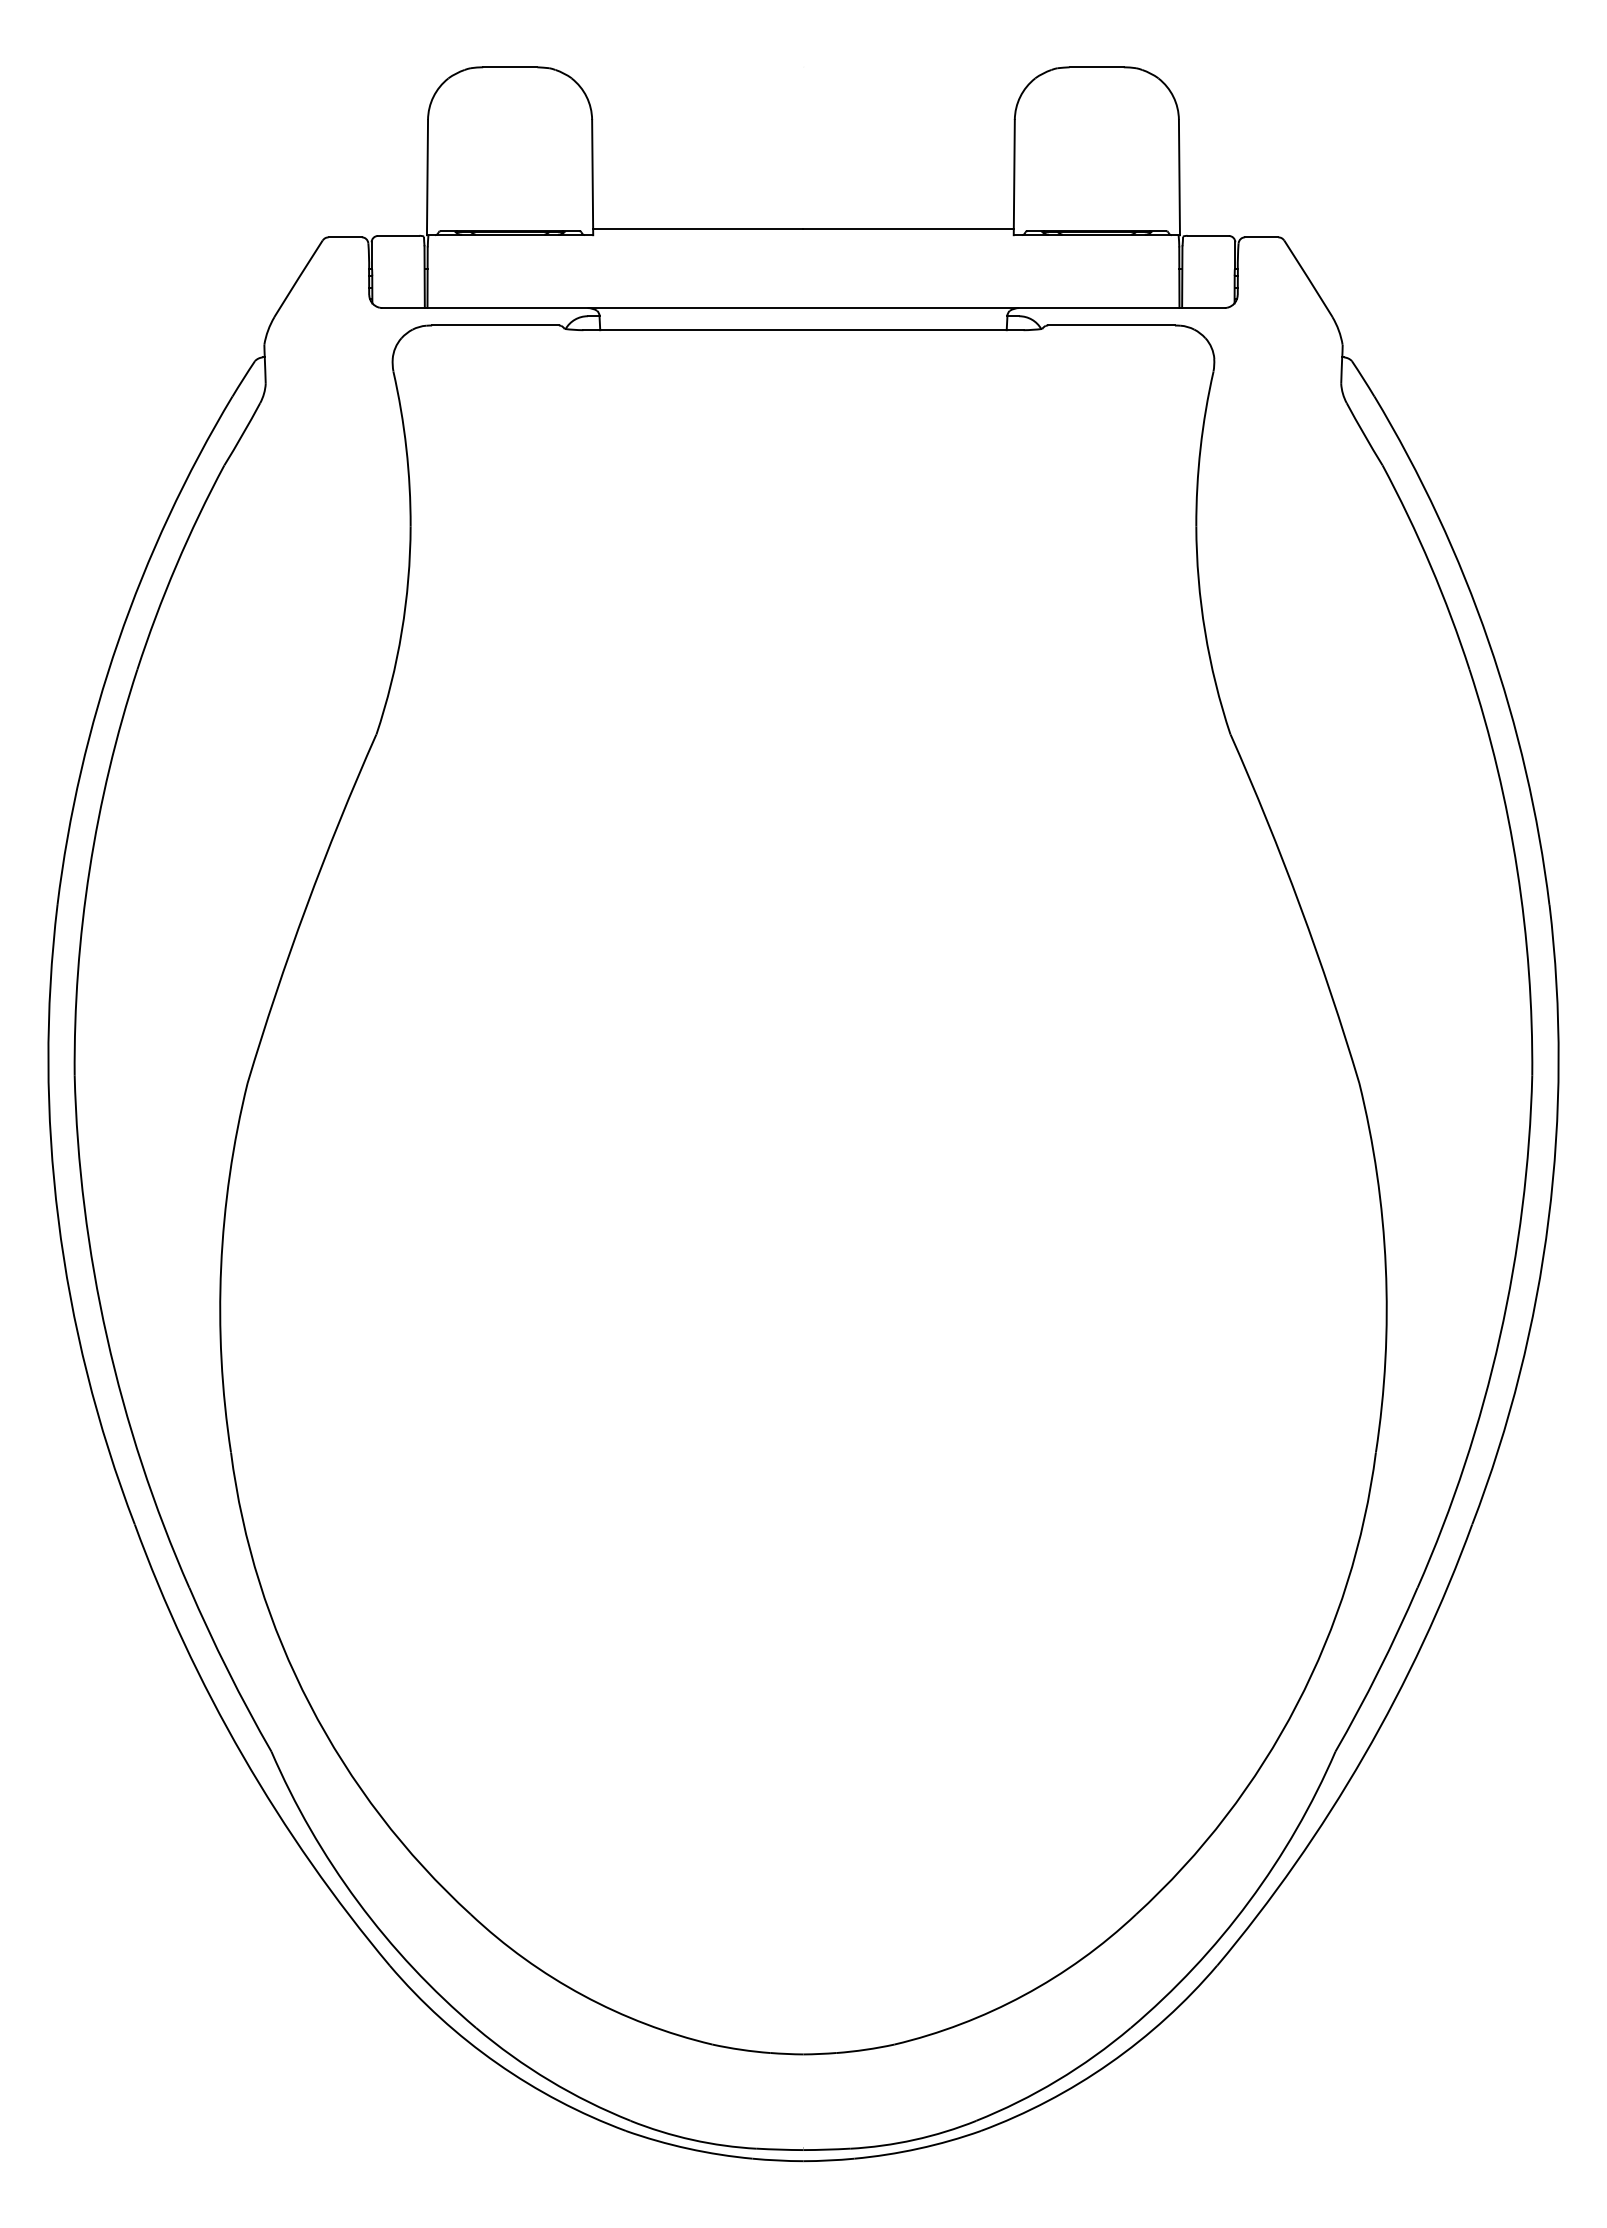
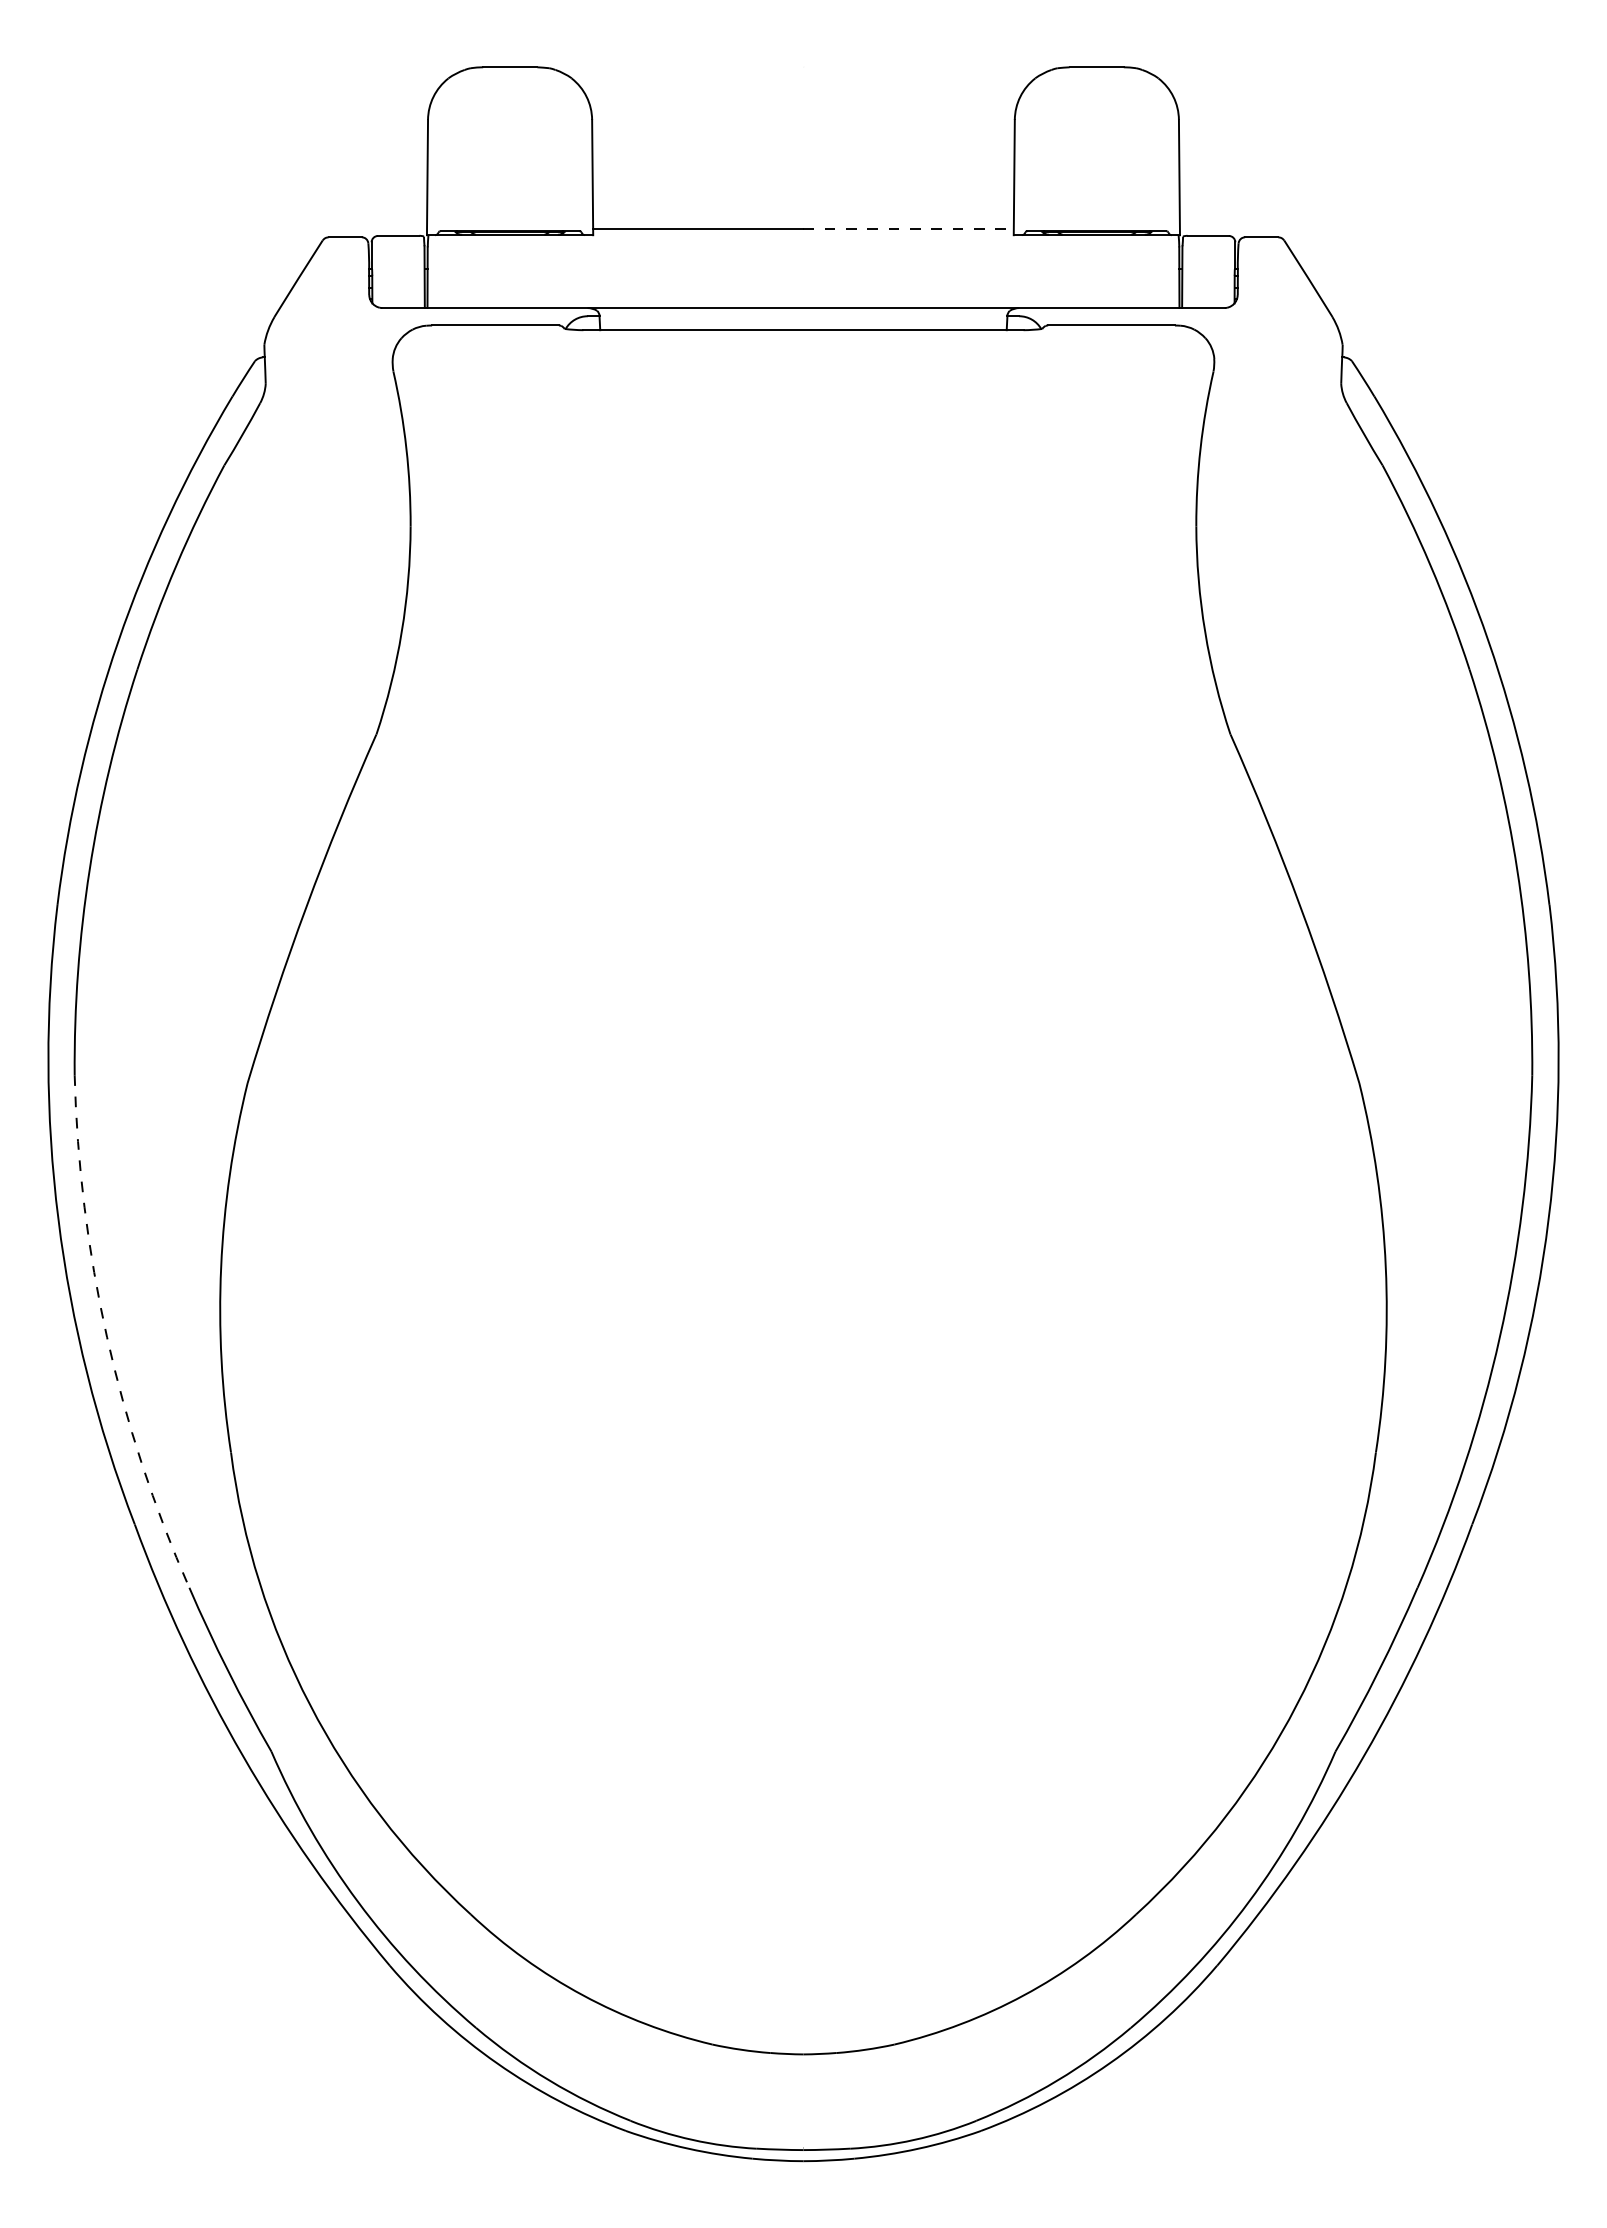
line at (909, 229): solid -> dashed
arc at (107, 1337): solid -> dashed
